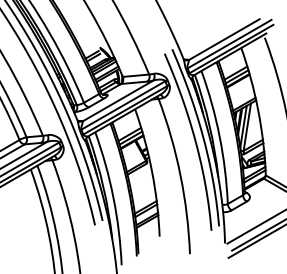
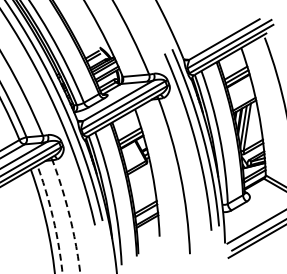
arc at (69, 216): solid -> dashed
arc at (53, 218): solid -> dashed
